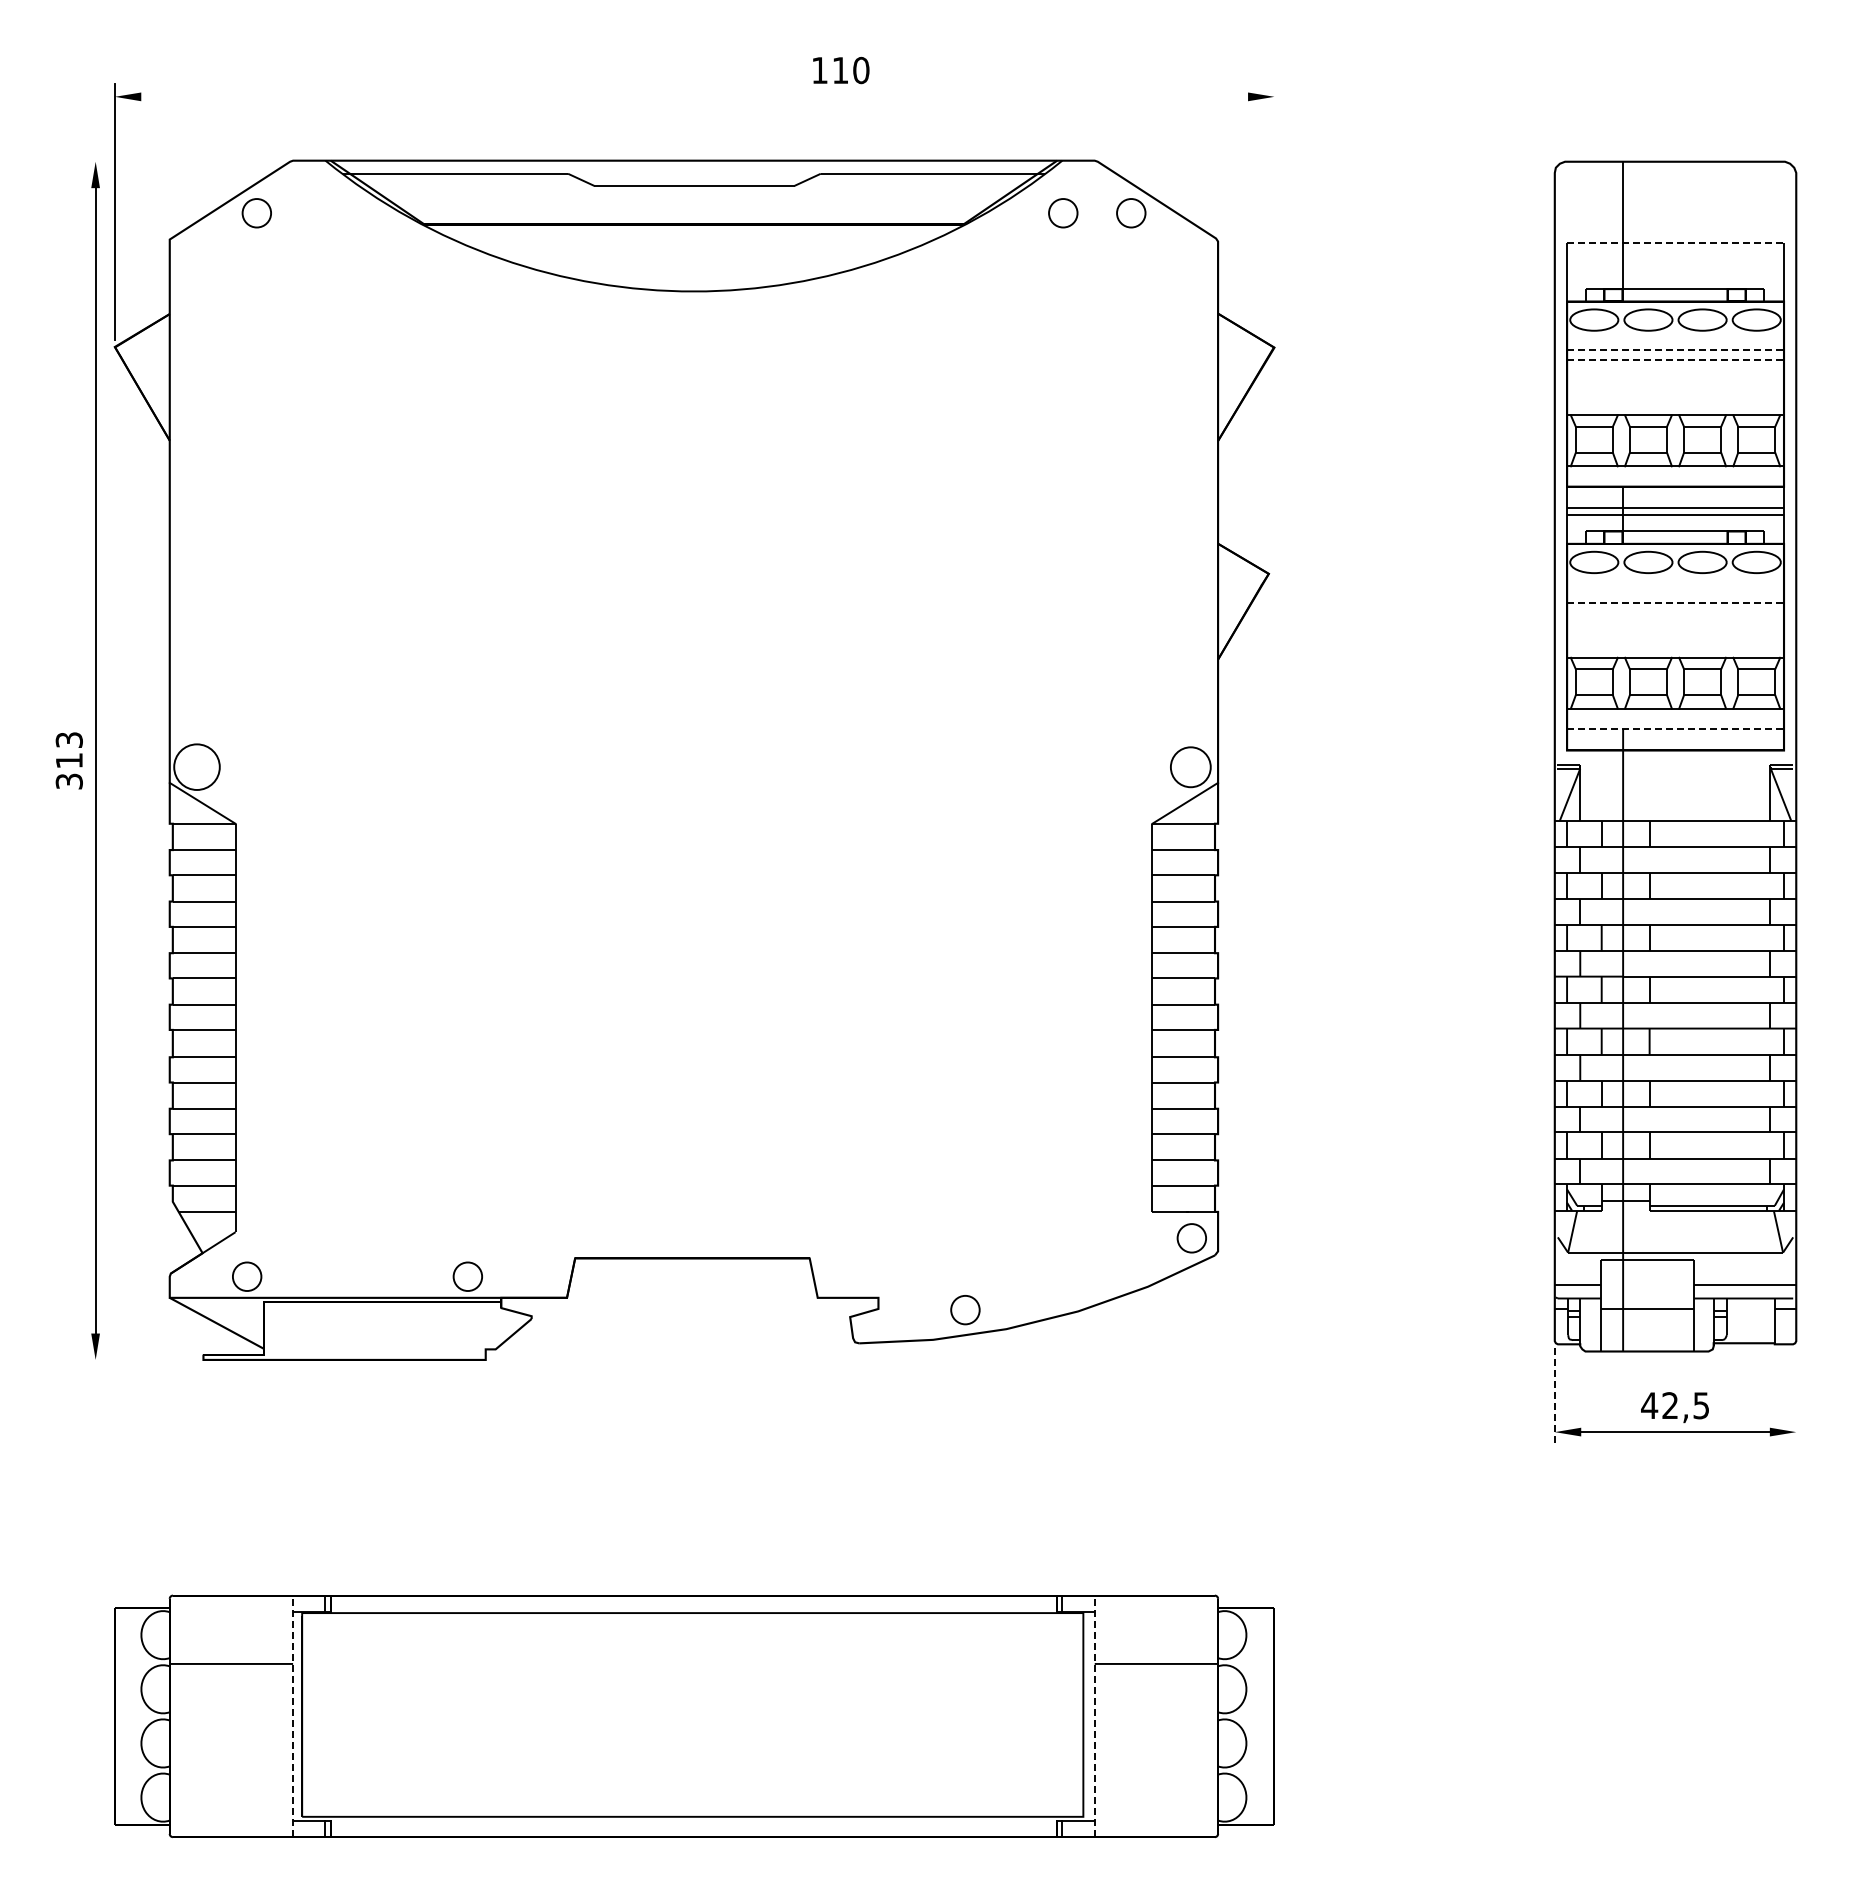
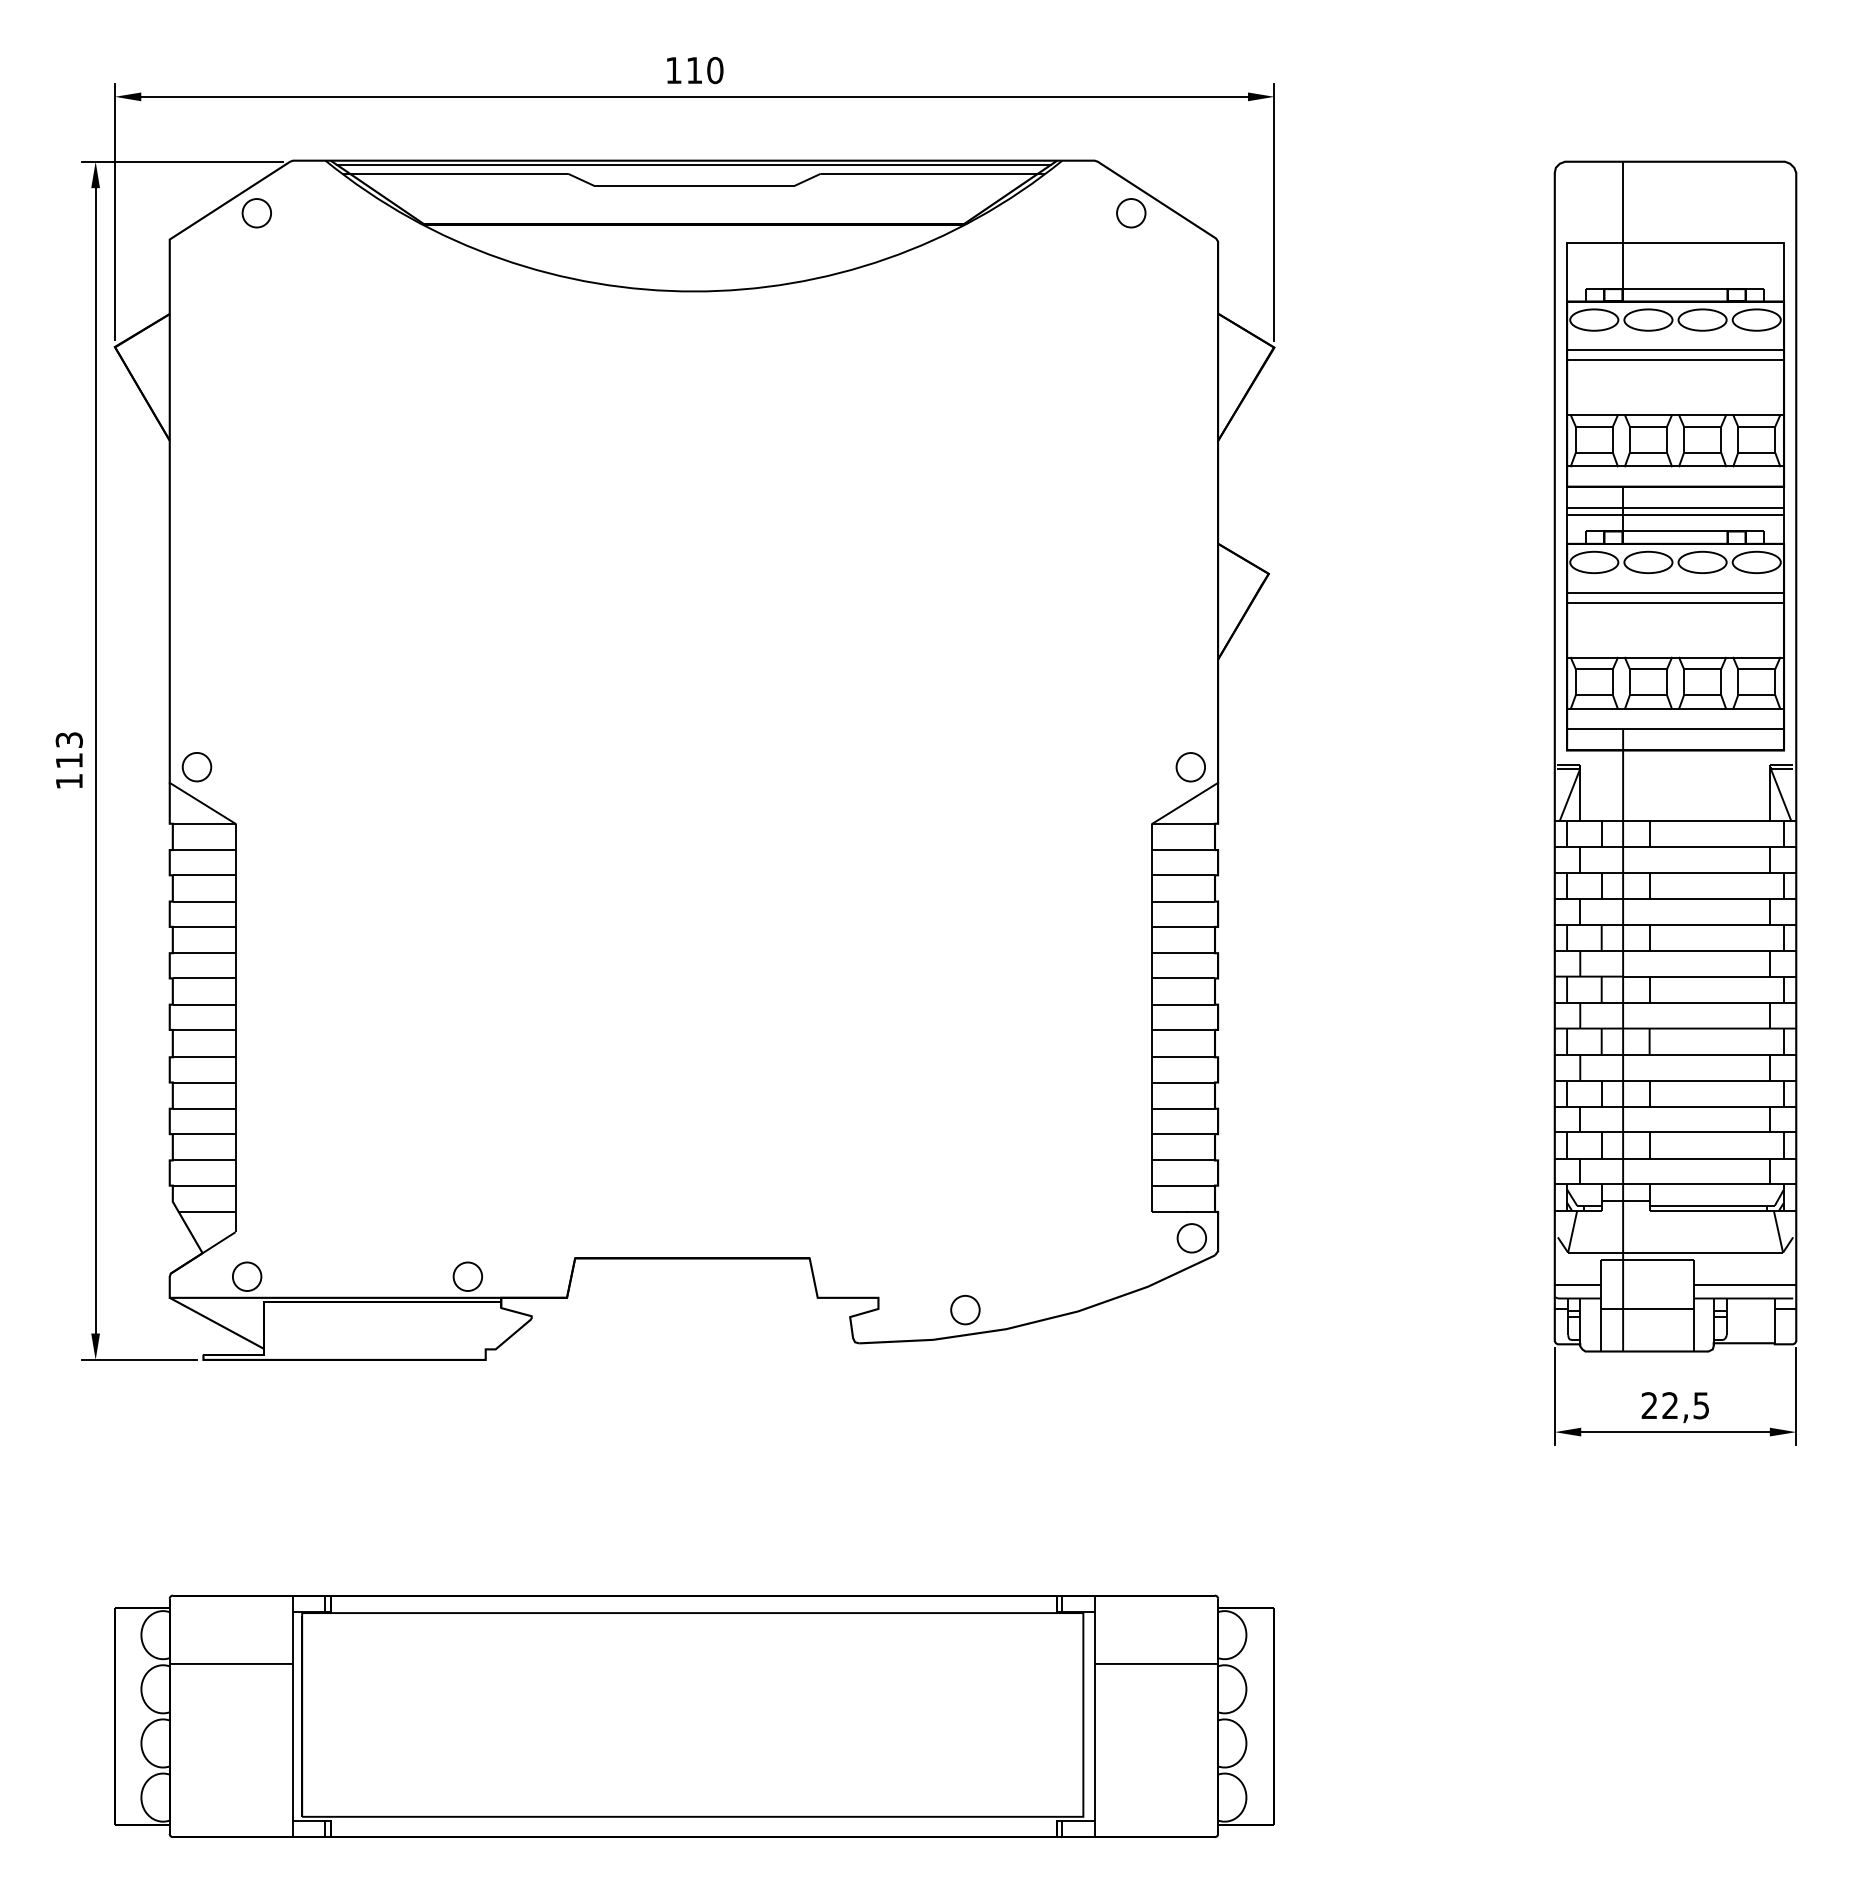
text at (841, 70) position: (841, 70) -> (695, 70)
line at (694, 96): none -> present
line at (182, 161): none -> present
line at (693, 165): none -> present
line at (1274, 212): none -> present
circle at (1063, 213): present -> none
line at (1676, 243): dashed -> solid
line at (1676, 350): dashed -> solid
line at (1676, 360): dashed -> solid
line at (1675, 592): none -> present
line at (1676, 602): dashed -> solid
line at (1676, 729): dashed -> solid
circle at (196, 766) diameter: 46 px -> 29 px
circle at (1190, 767) diameter: 40 px -> 29 px
text at (68, 781): 313 -> 113
line at (139, 1359): none -> present
line at (1554, 1396): dashed -> solid
line at (1796, 1396): none -> present
text at (1649, 1405): 42,5 -> 22,5
line at (293, 1716): dashed -> solid
line at (1094, 1716): dashed -> solid
